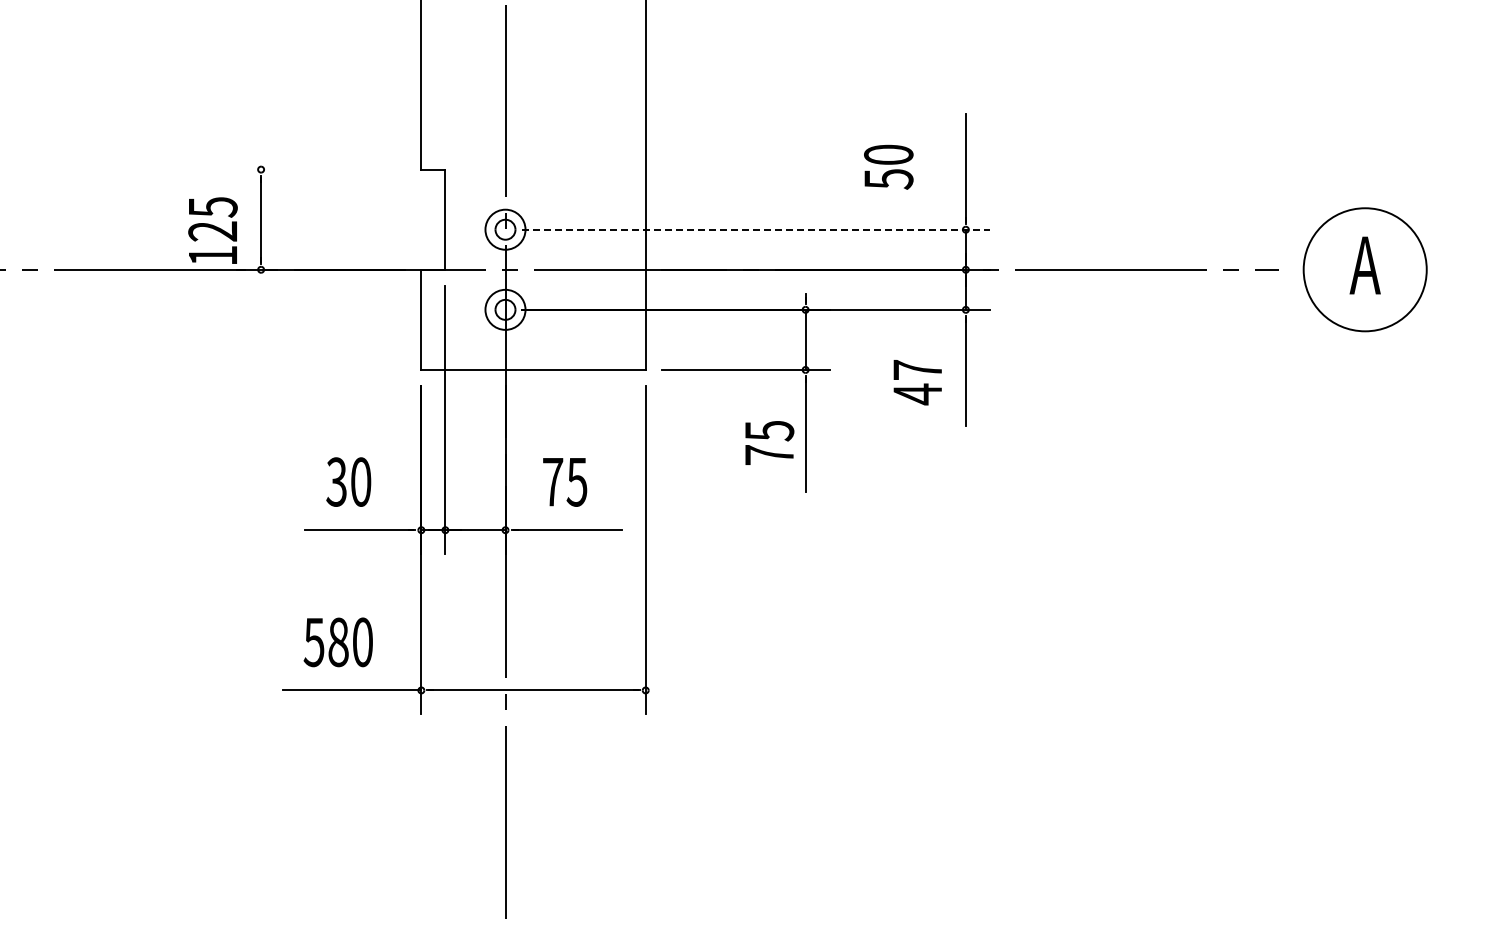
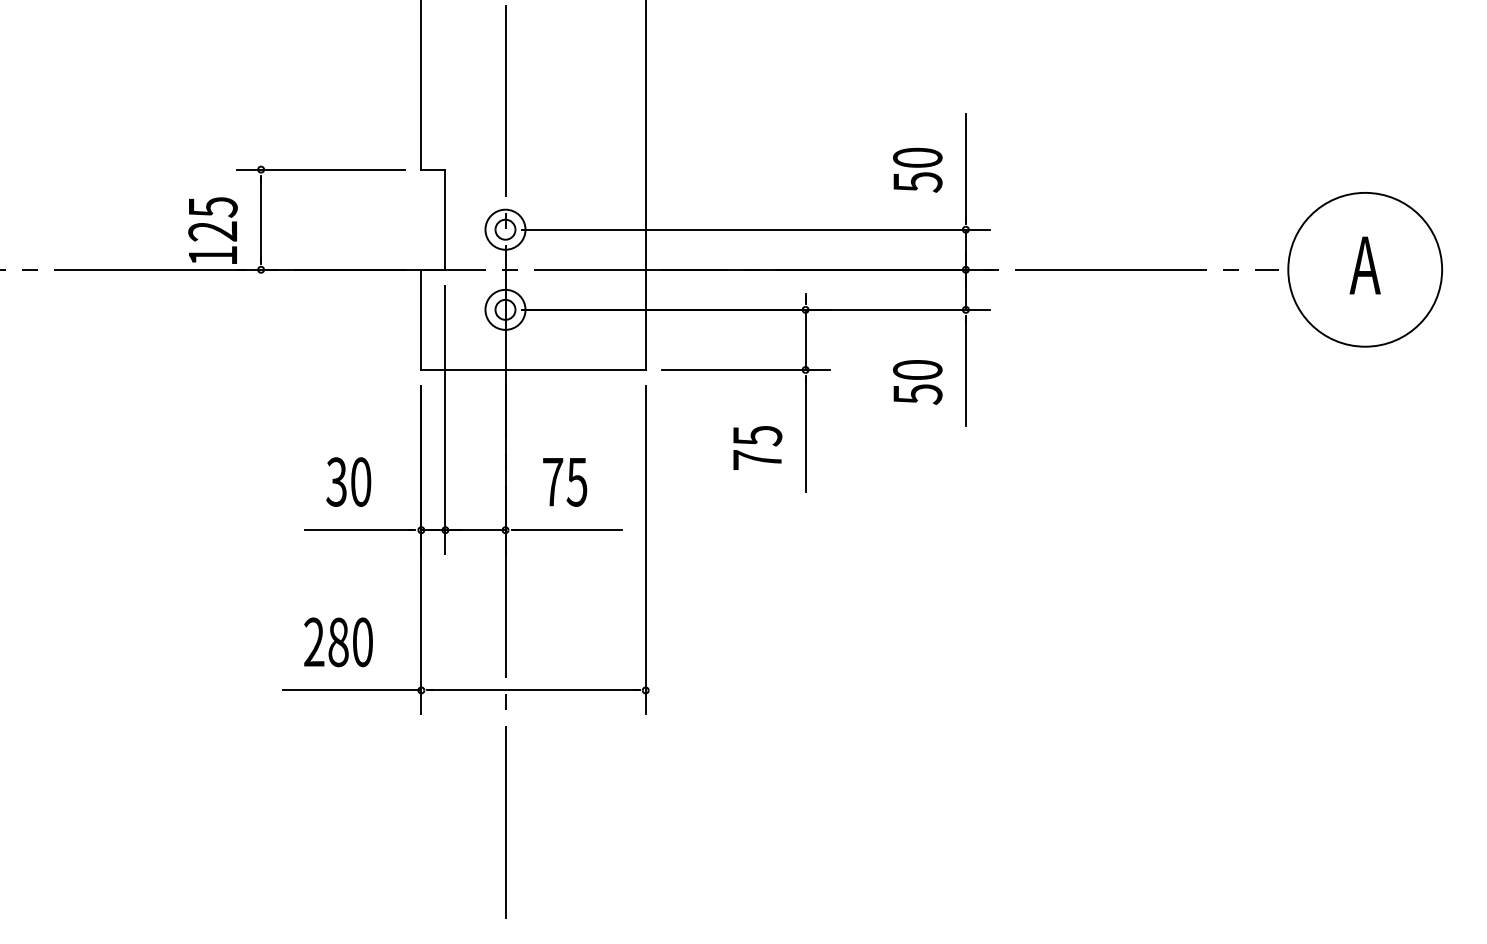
text at (888, 166) position: (888, 166) -> (917, 169)
line at (321, 169): none -> present
line at (756, 229): dashed -> solid
circle at (1364, 269) diameter: 123 px -> 154 px
text at (917, 382): 47 -> 50
text at (769, 442) position: (769, 442) -> (757, 447)
text at (313, 642): 580 -> 280
